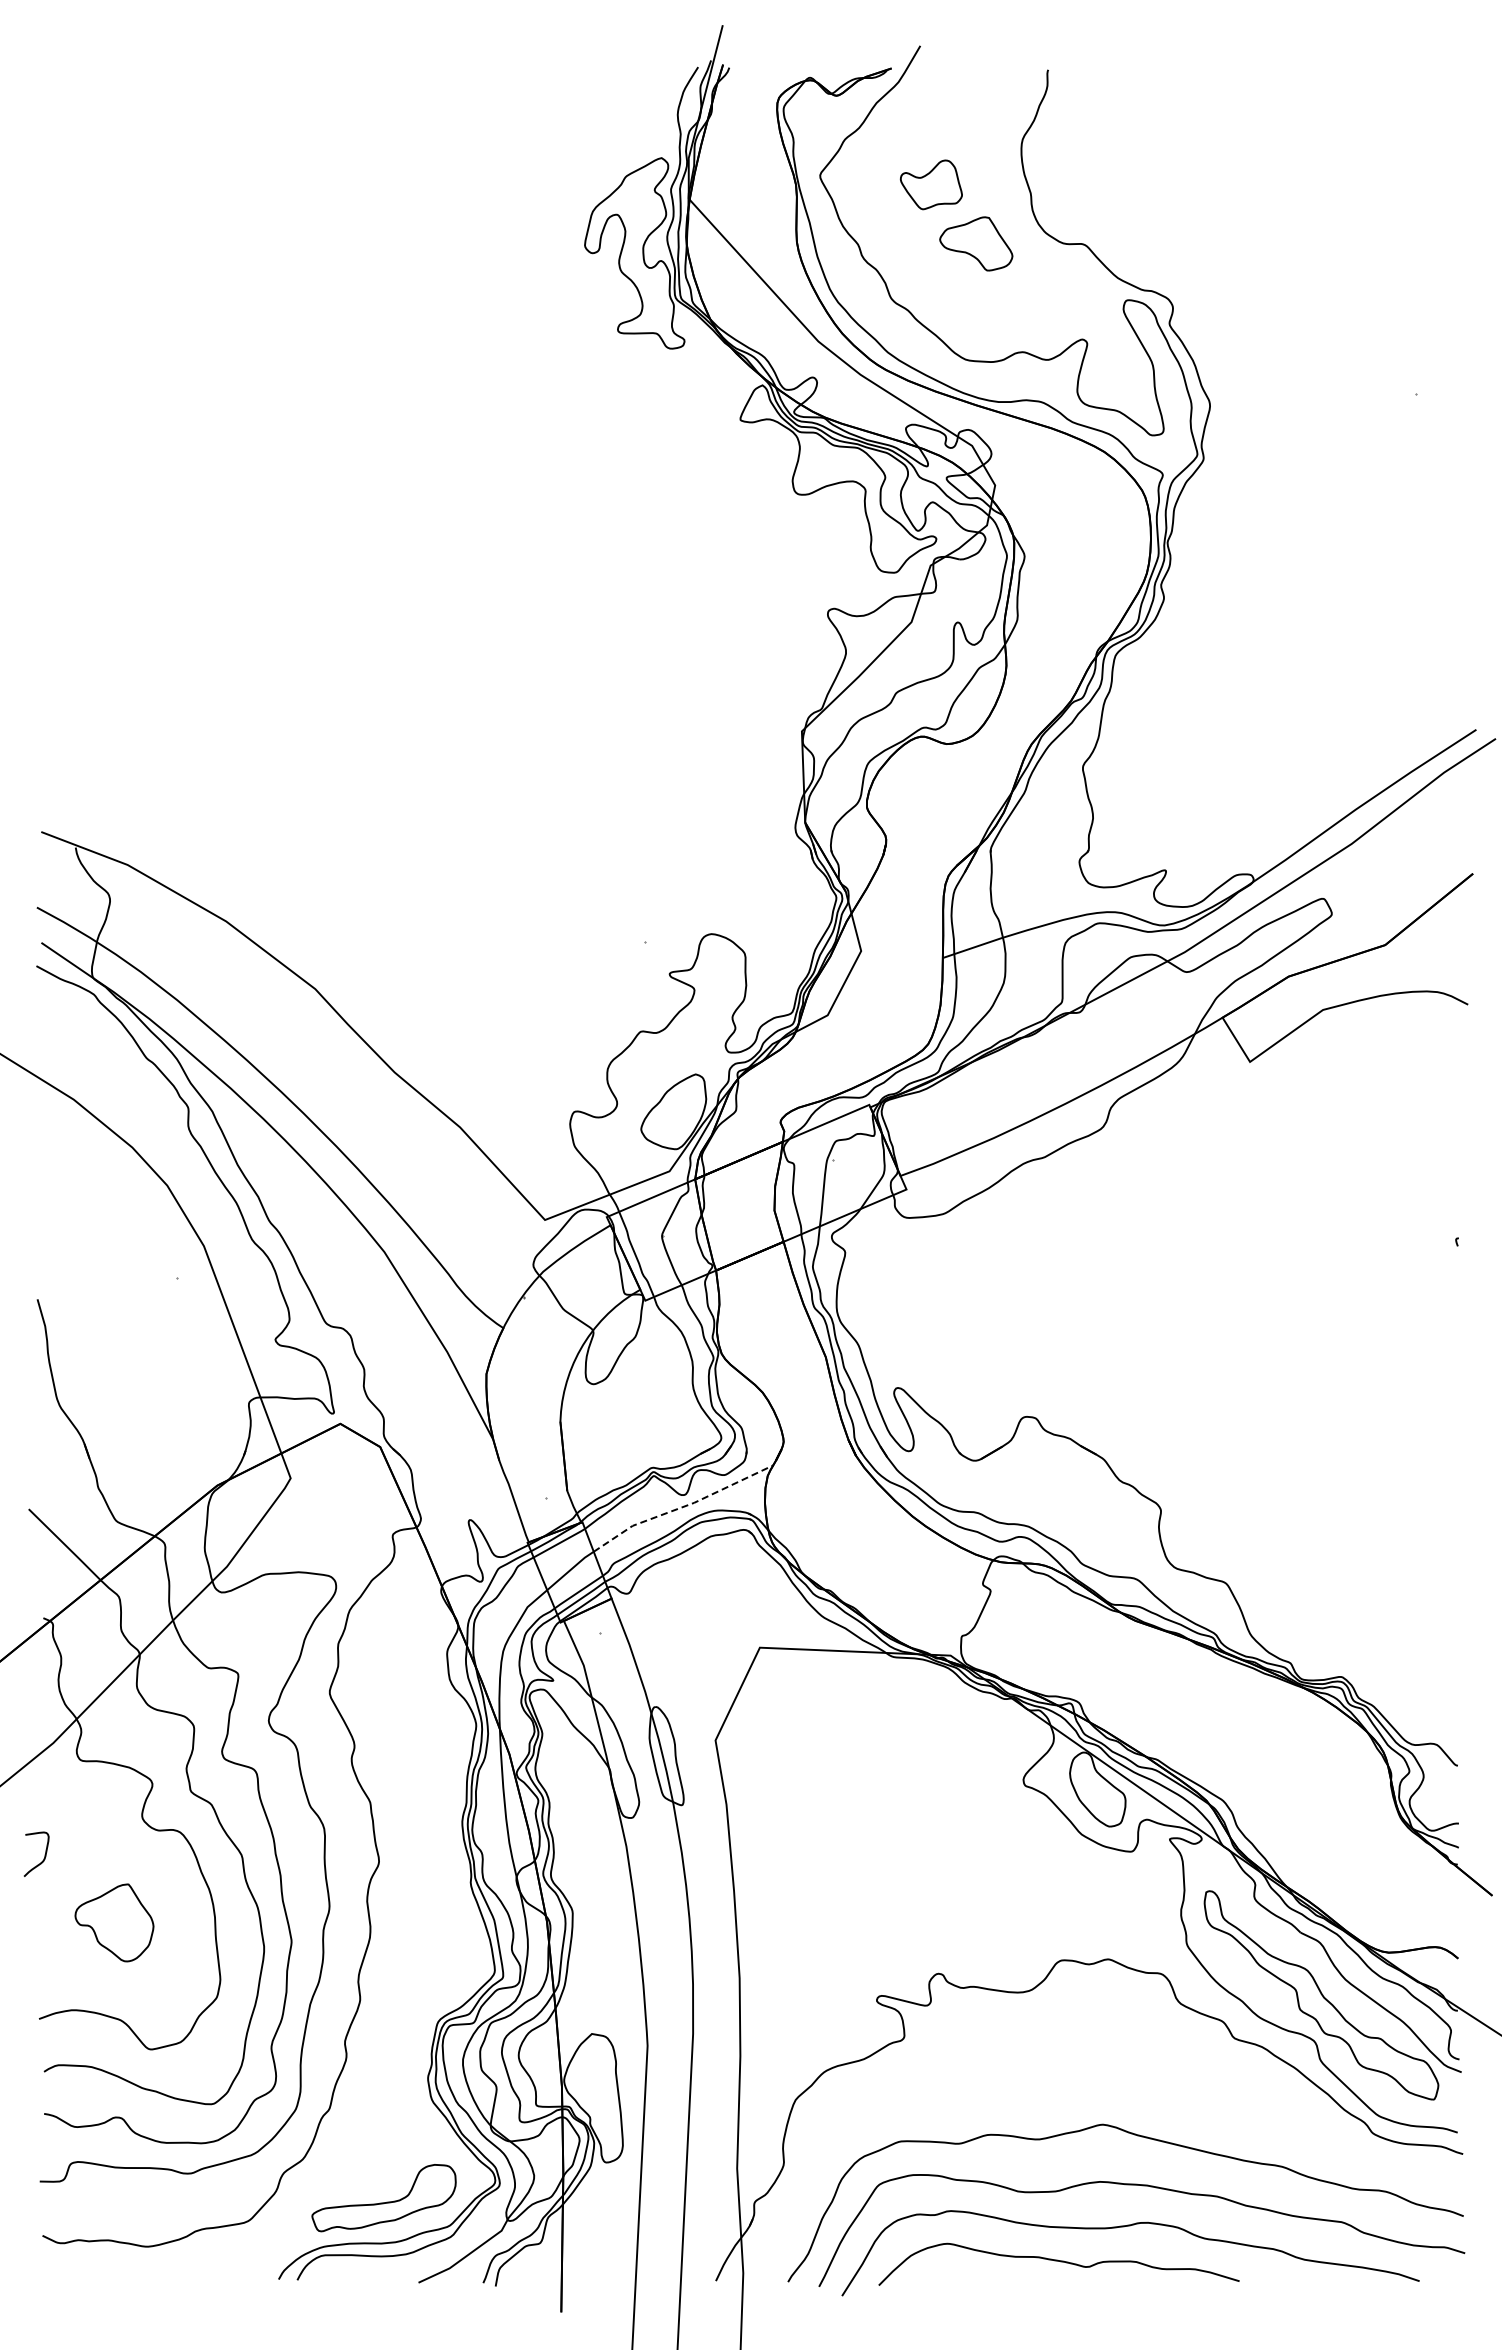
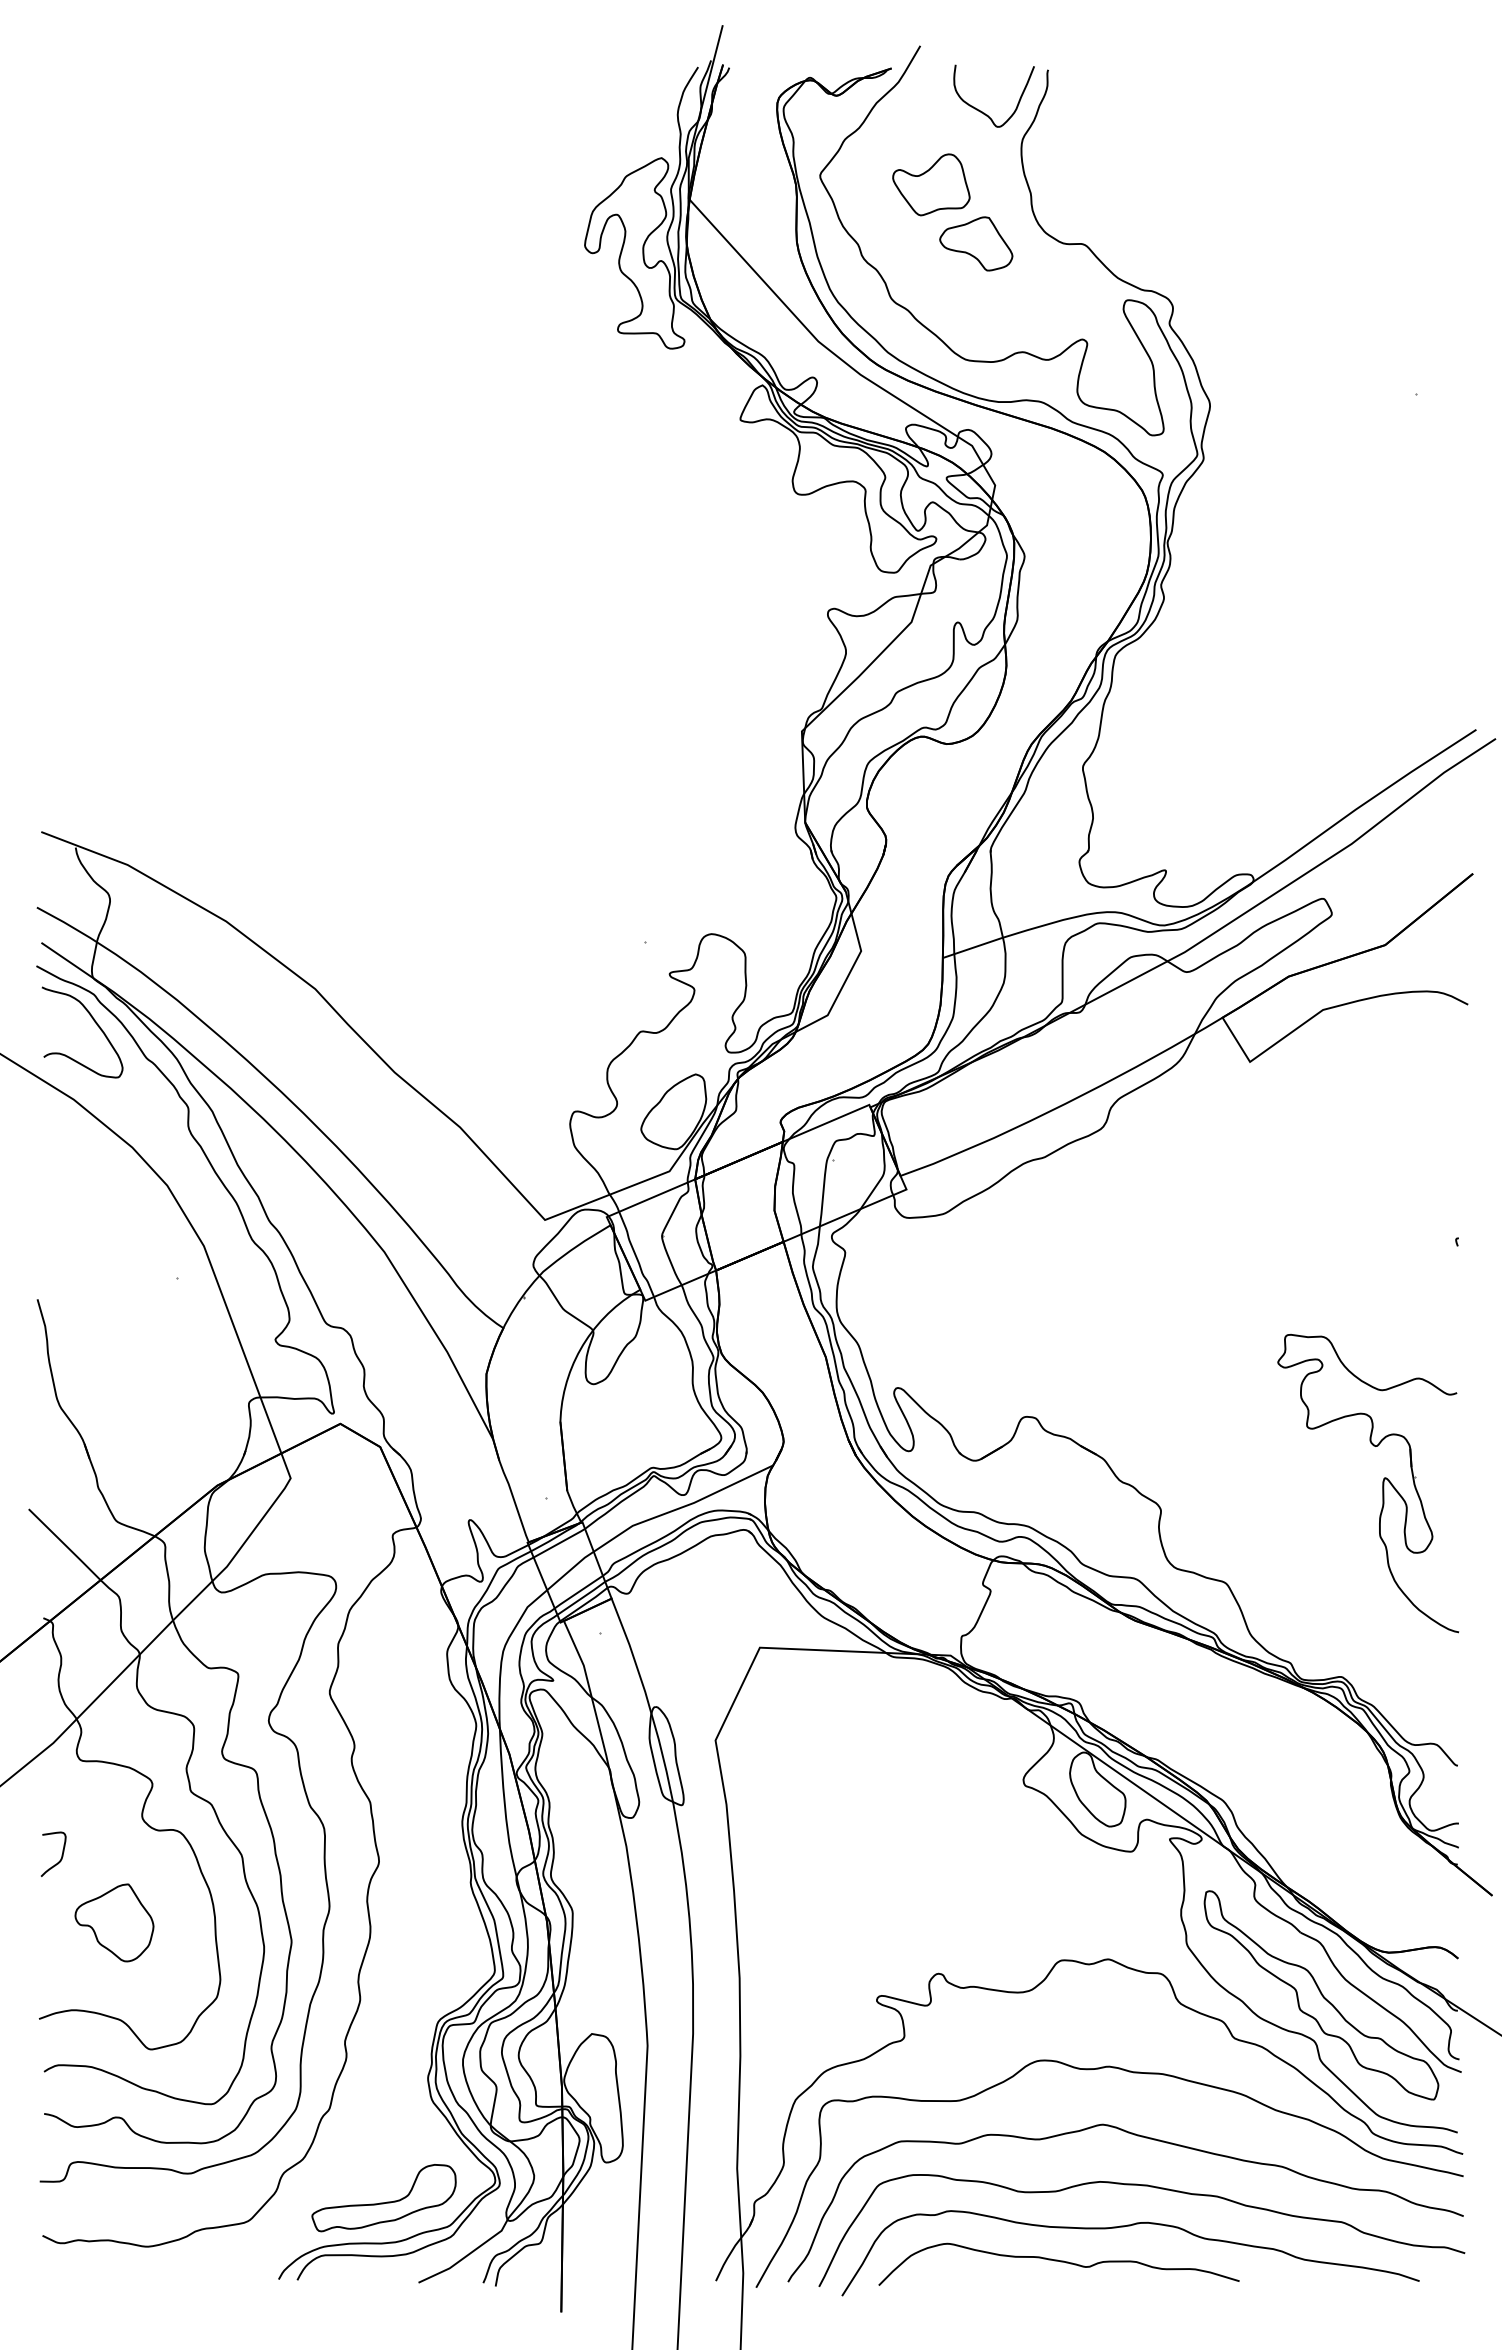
curve at (984, 112): none -> present
part at (930, 184) size: 64x52 px -> 79x64 px
curve at (94, 1022): none -> present
part at (1382, 1483): none -> present
line at (683, 1507): dashed -> solid
curve at (44, 1854) position: (44, 1854) -> (61, 1854)
curve at (1133, 2073): none -> present
